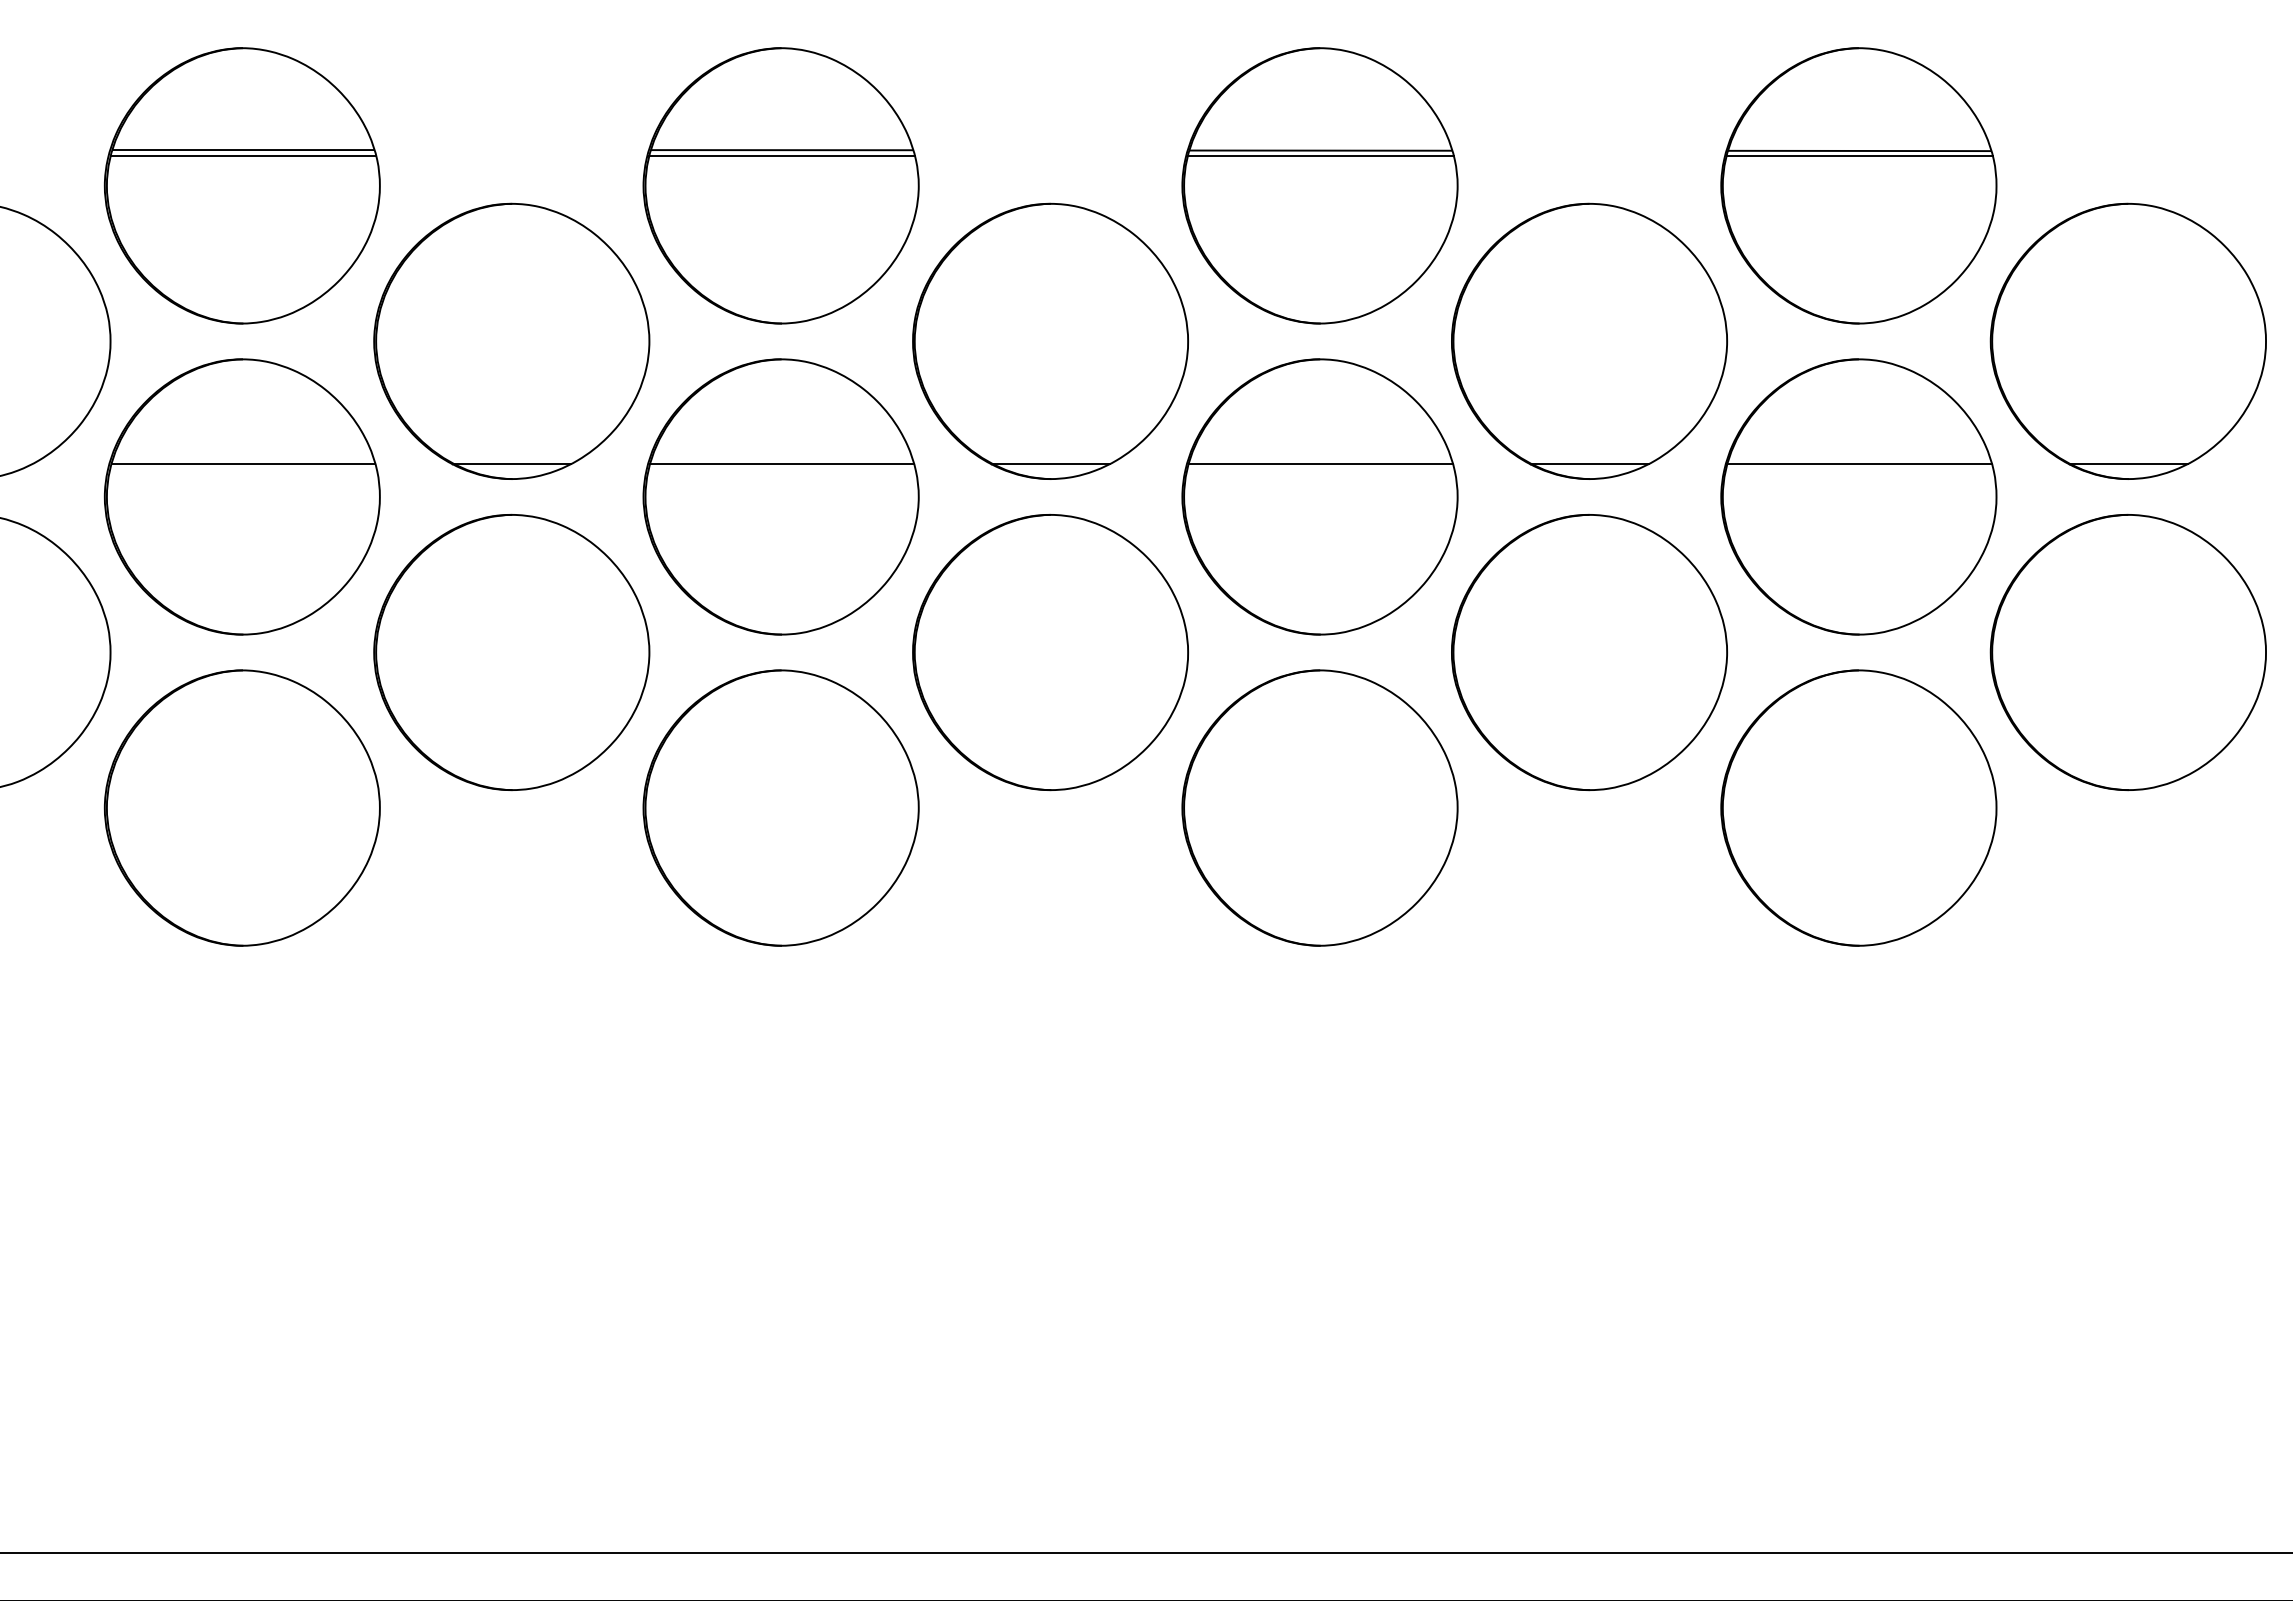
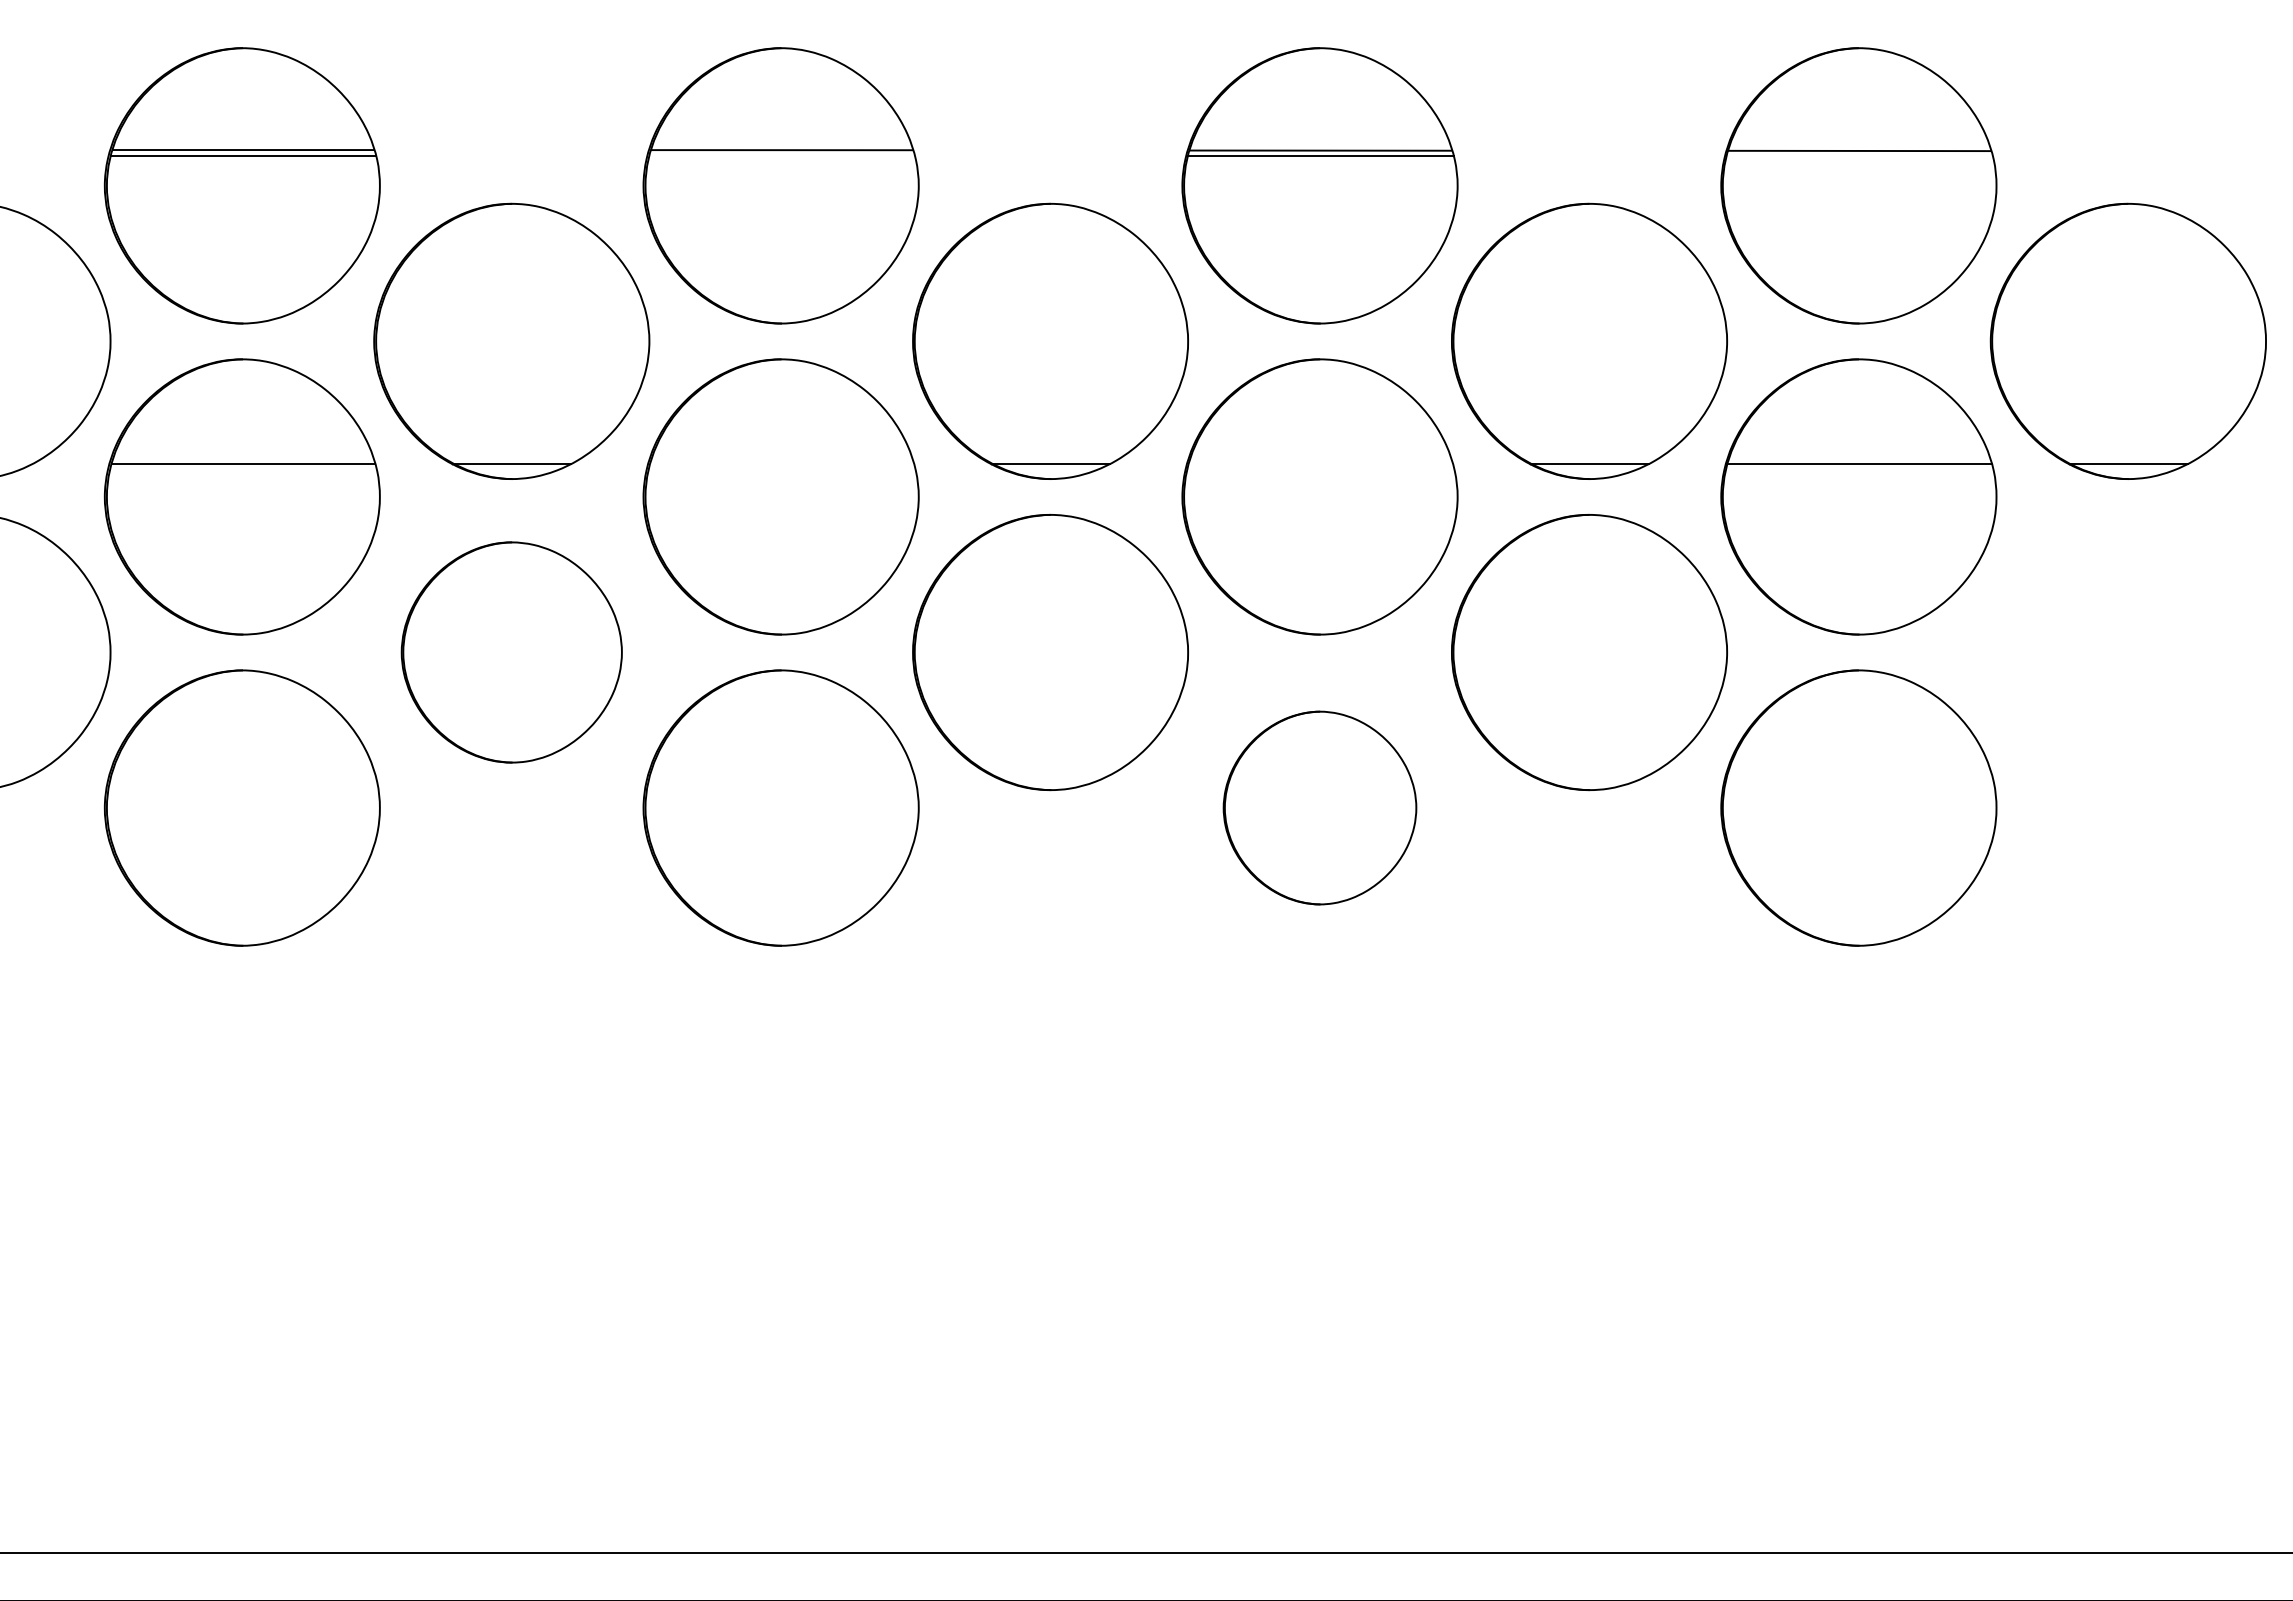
line at (781, 155): present -> none
line at (1859, 155): present -> none
line at (781, 463): present -> none
line at (1320, 463): present -> none
part at (511, 652) size: 278x279 px -> 223x223 px
part at (2127, 652): present -> none
part at (1319, 807) size: 278x278 px -> 196x196 px
